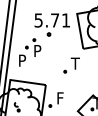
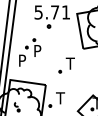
part at (51, 24) position: (51, 24) -> (51, 16)
part at (71, 65) position: (71, 65) -> (66, 65)
text at (60, 98): F -> T
